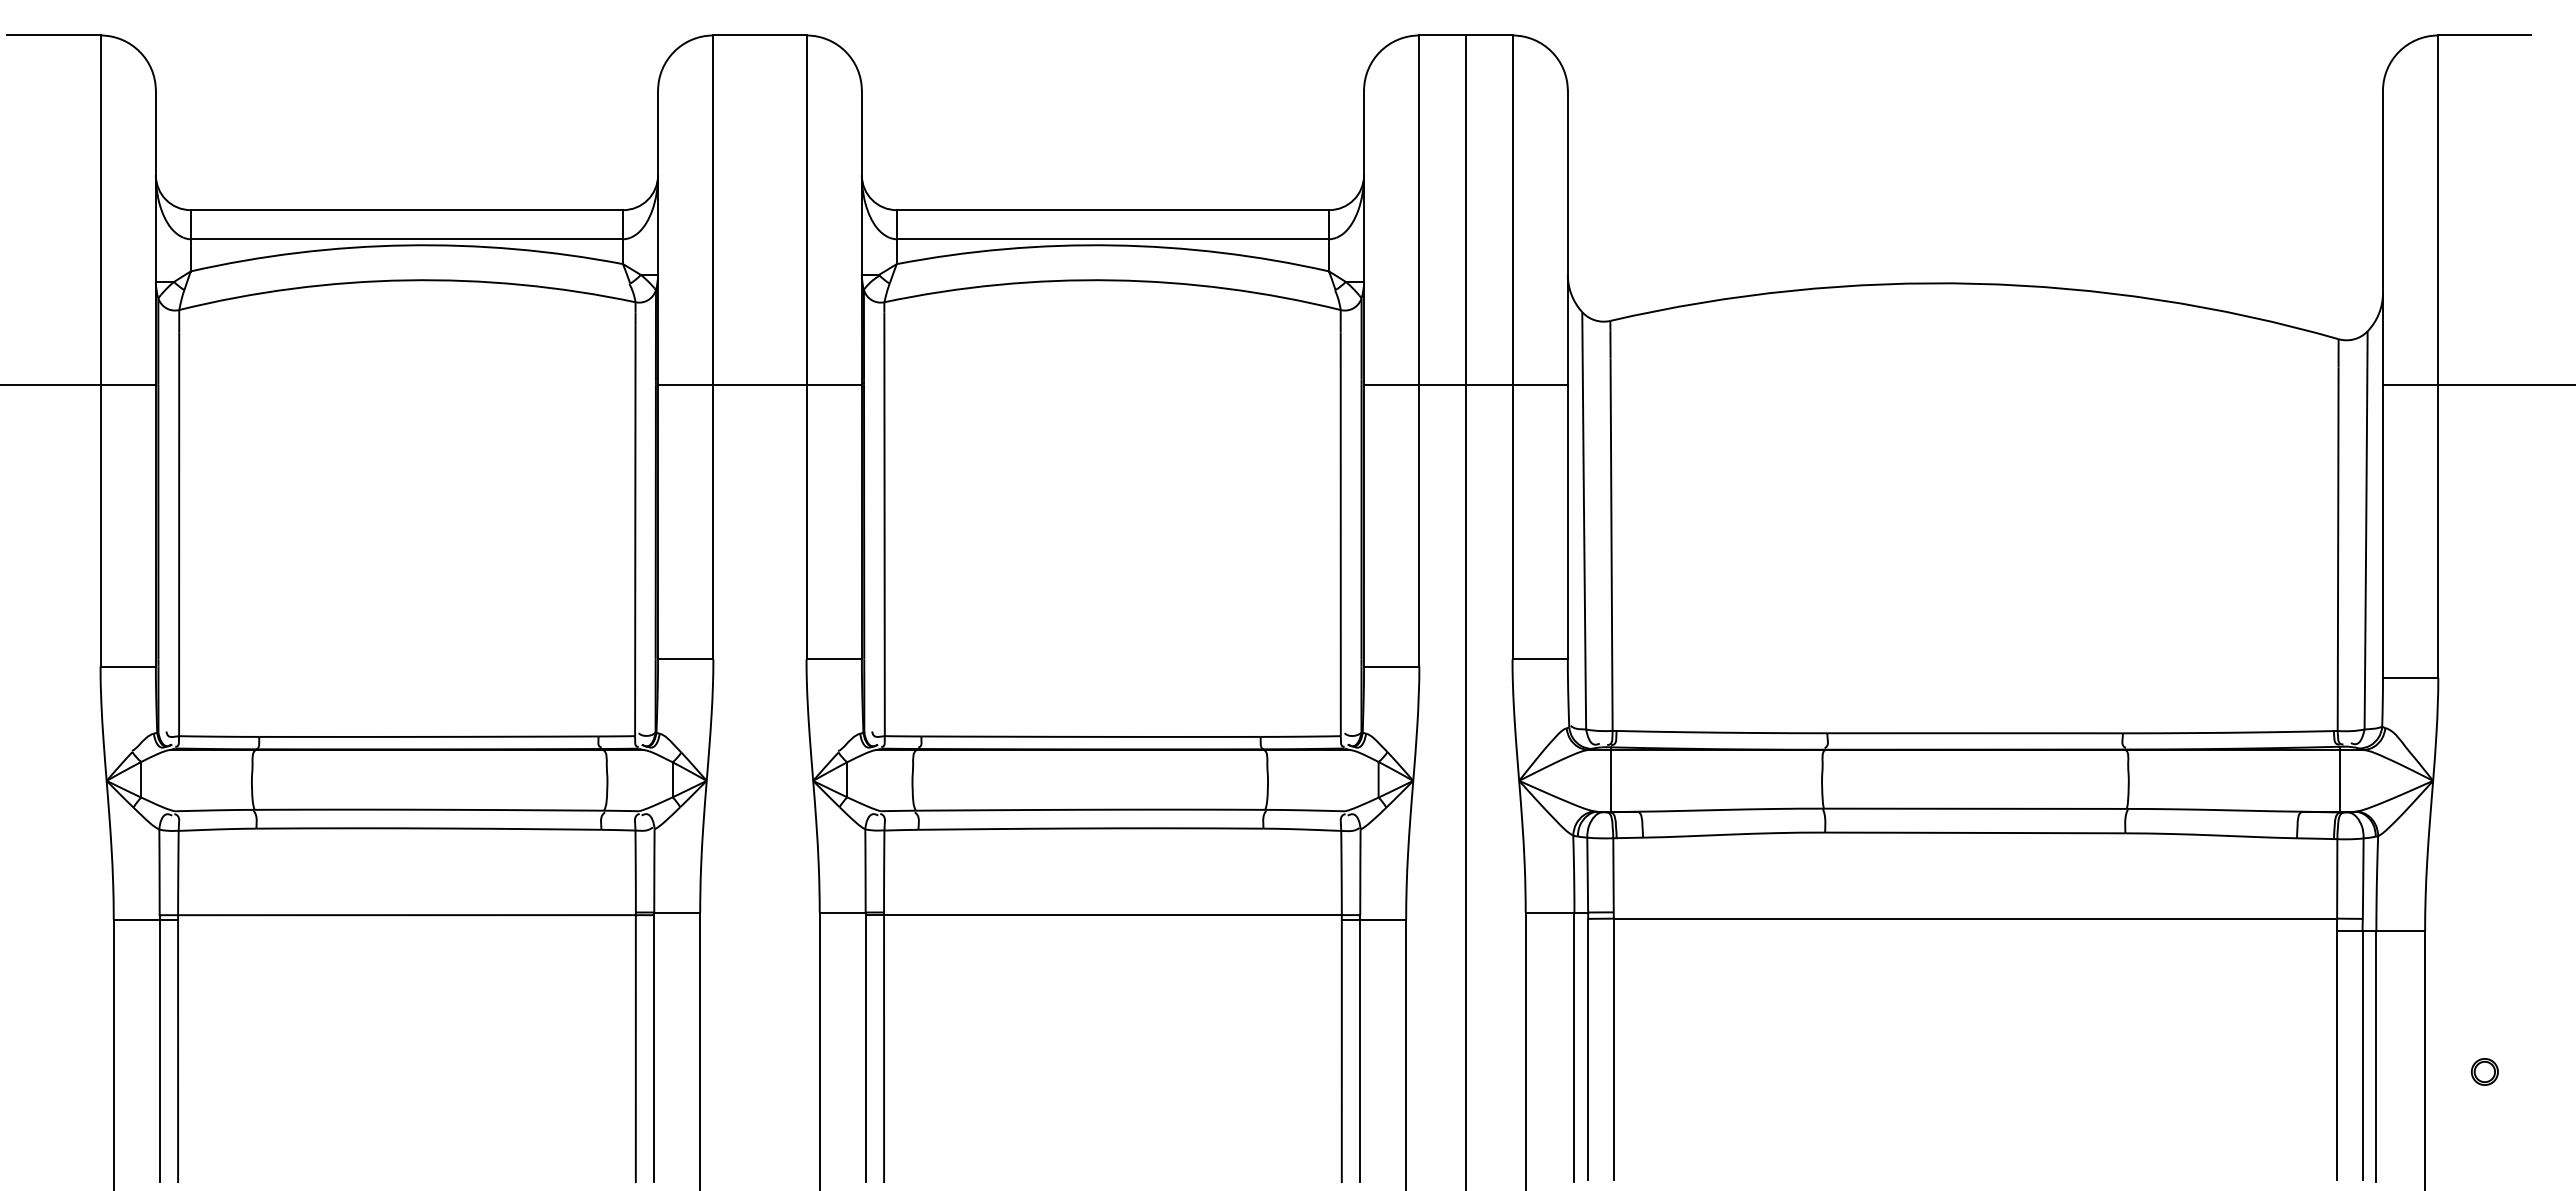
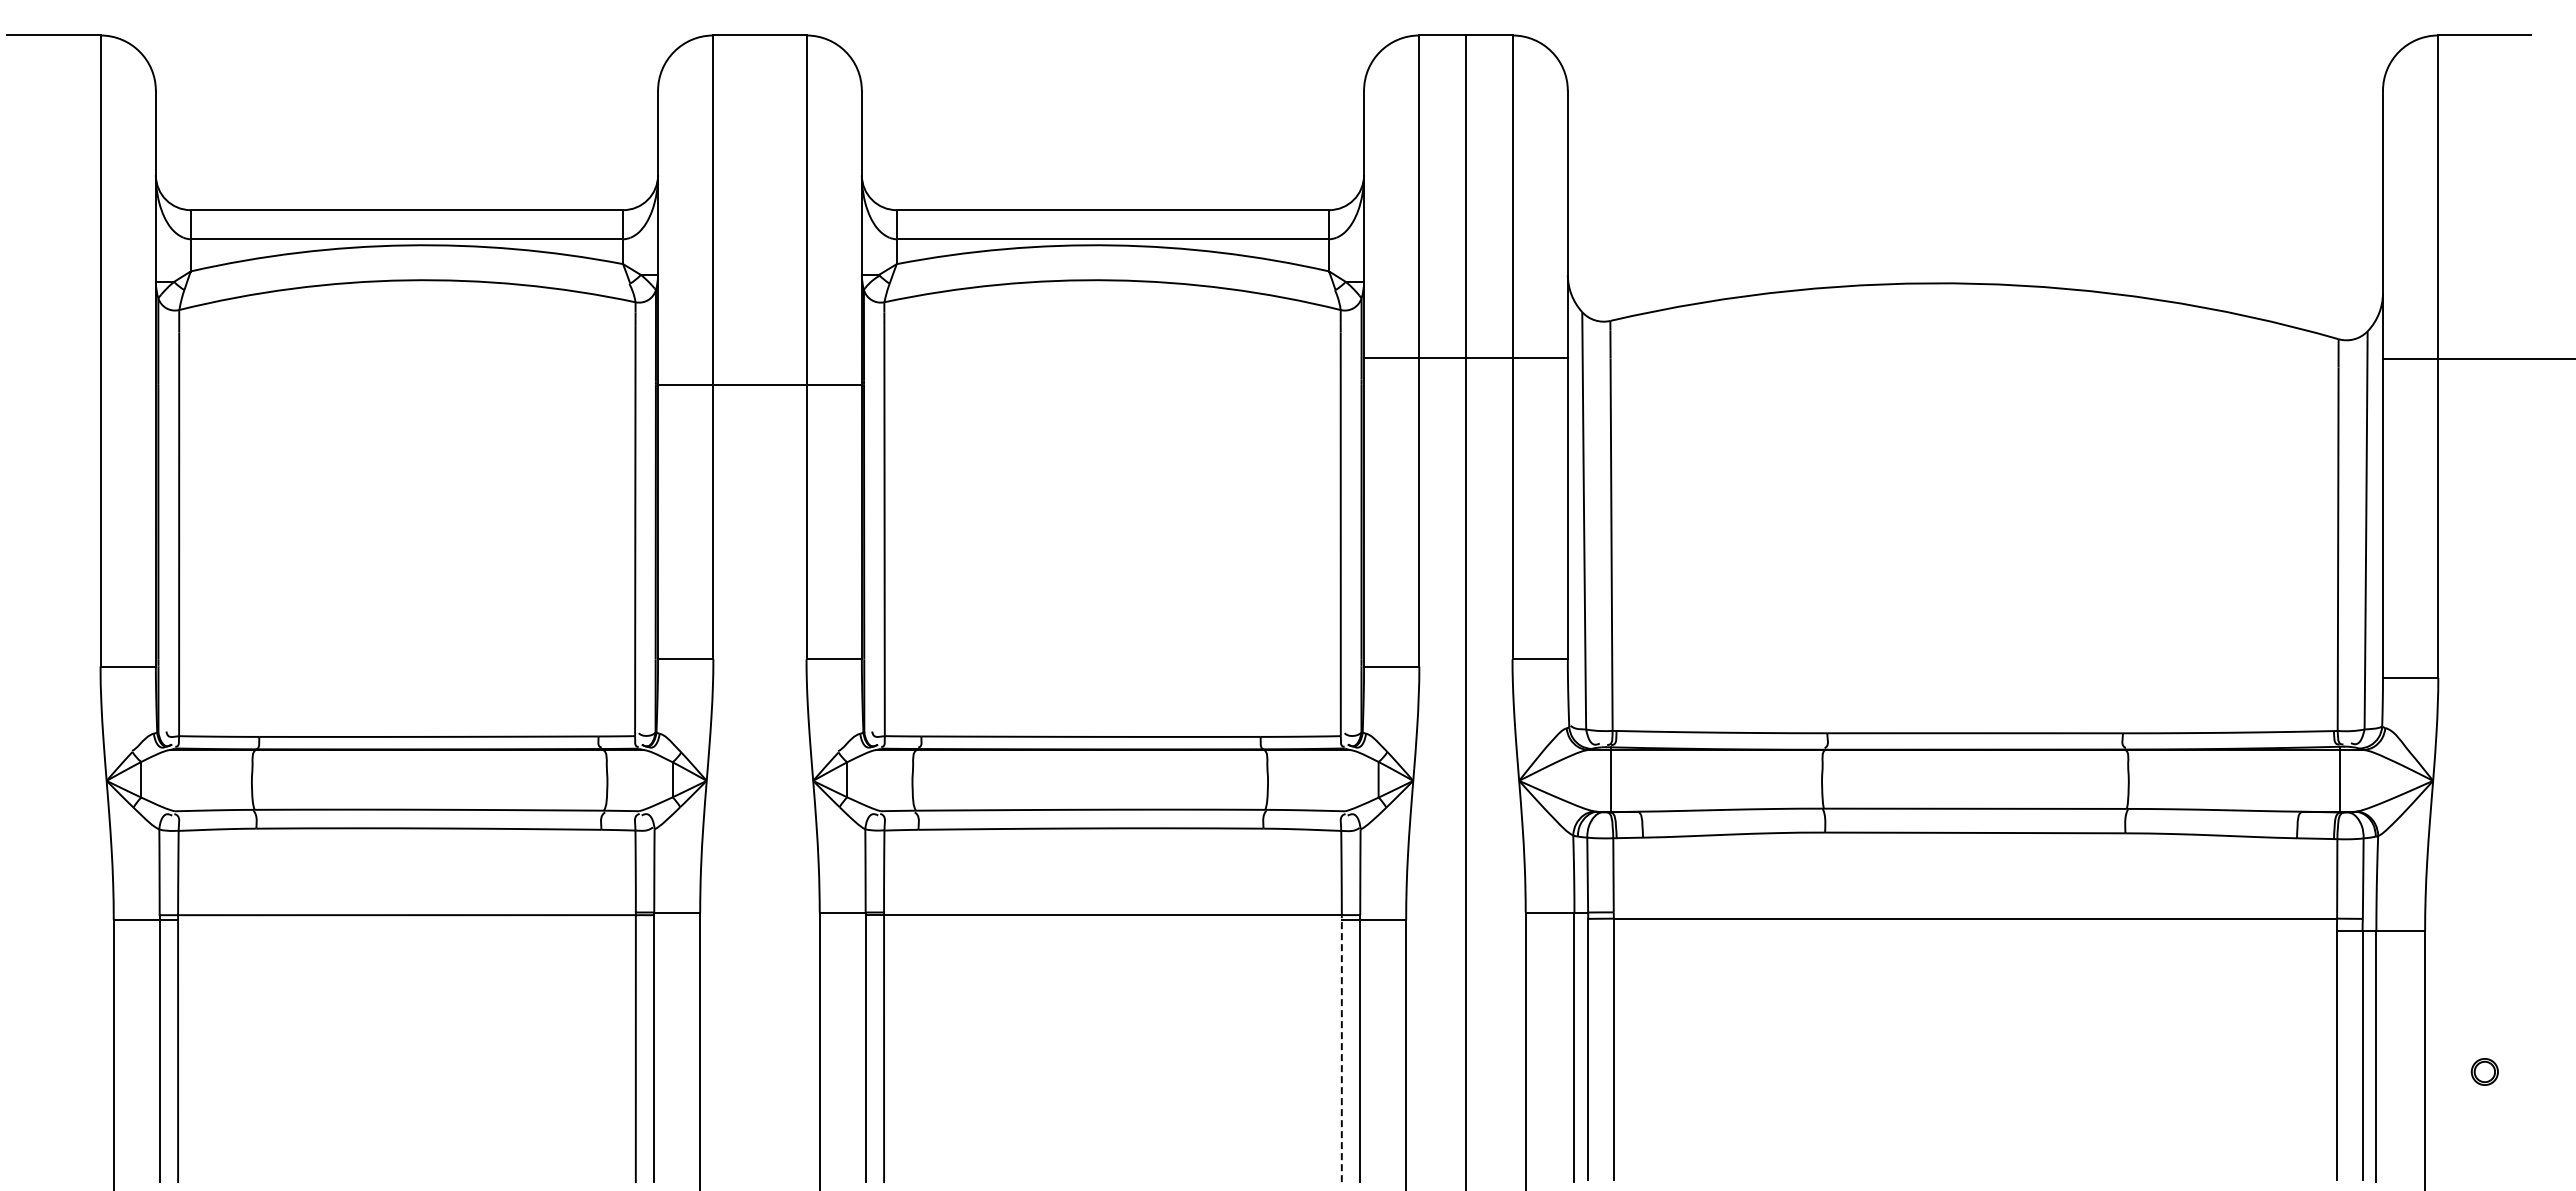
line at (78, 384): present -> none
line at (1465, 384) position: (1465, 384) -> (1465, 357)
line at (2477, 384) position: (2477, 384) -> (2477, 358)
line at (1341, 1048): solid -> dashed
